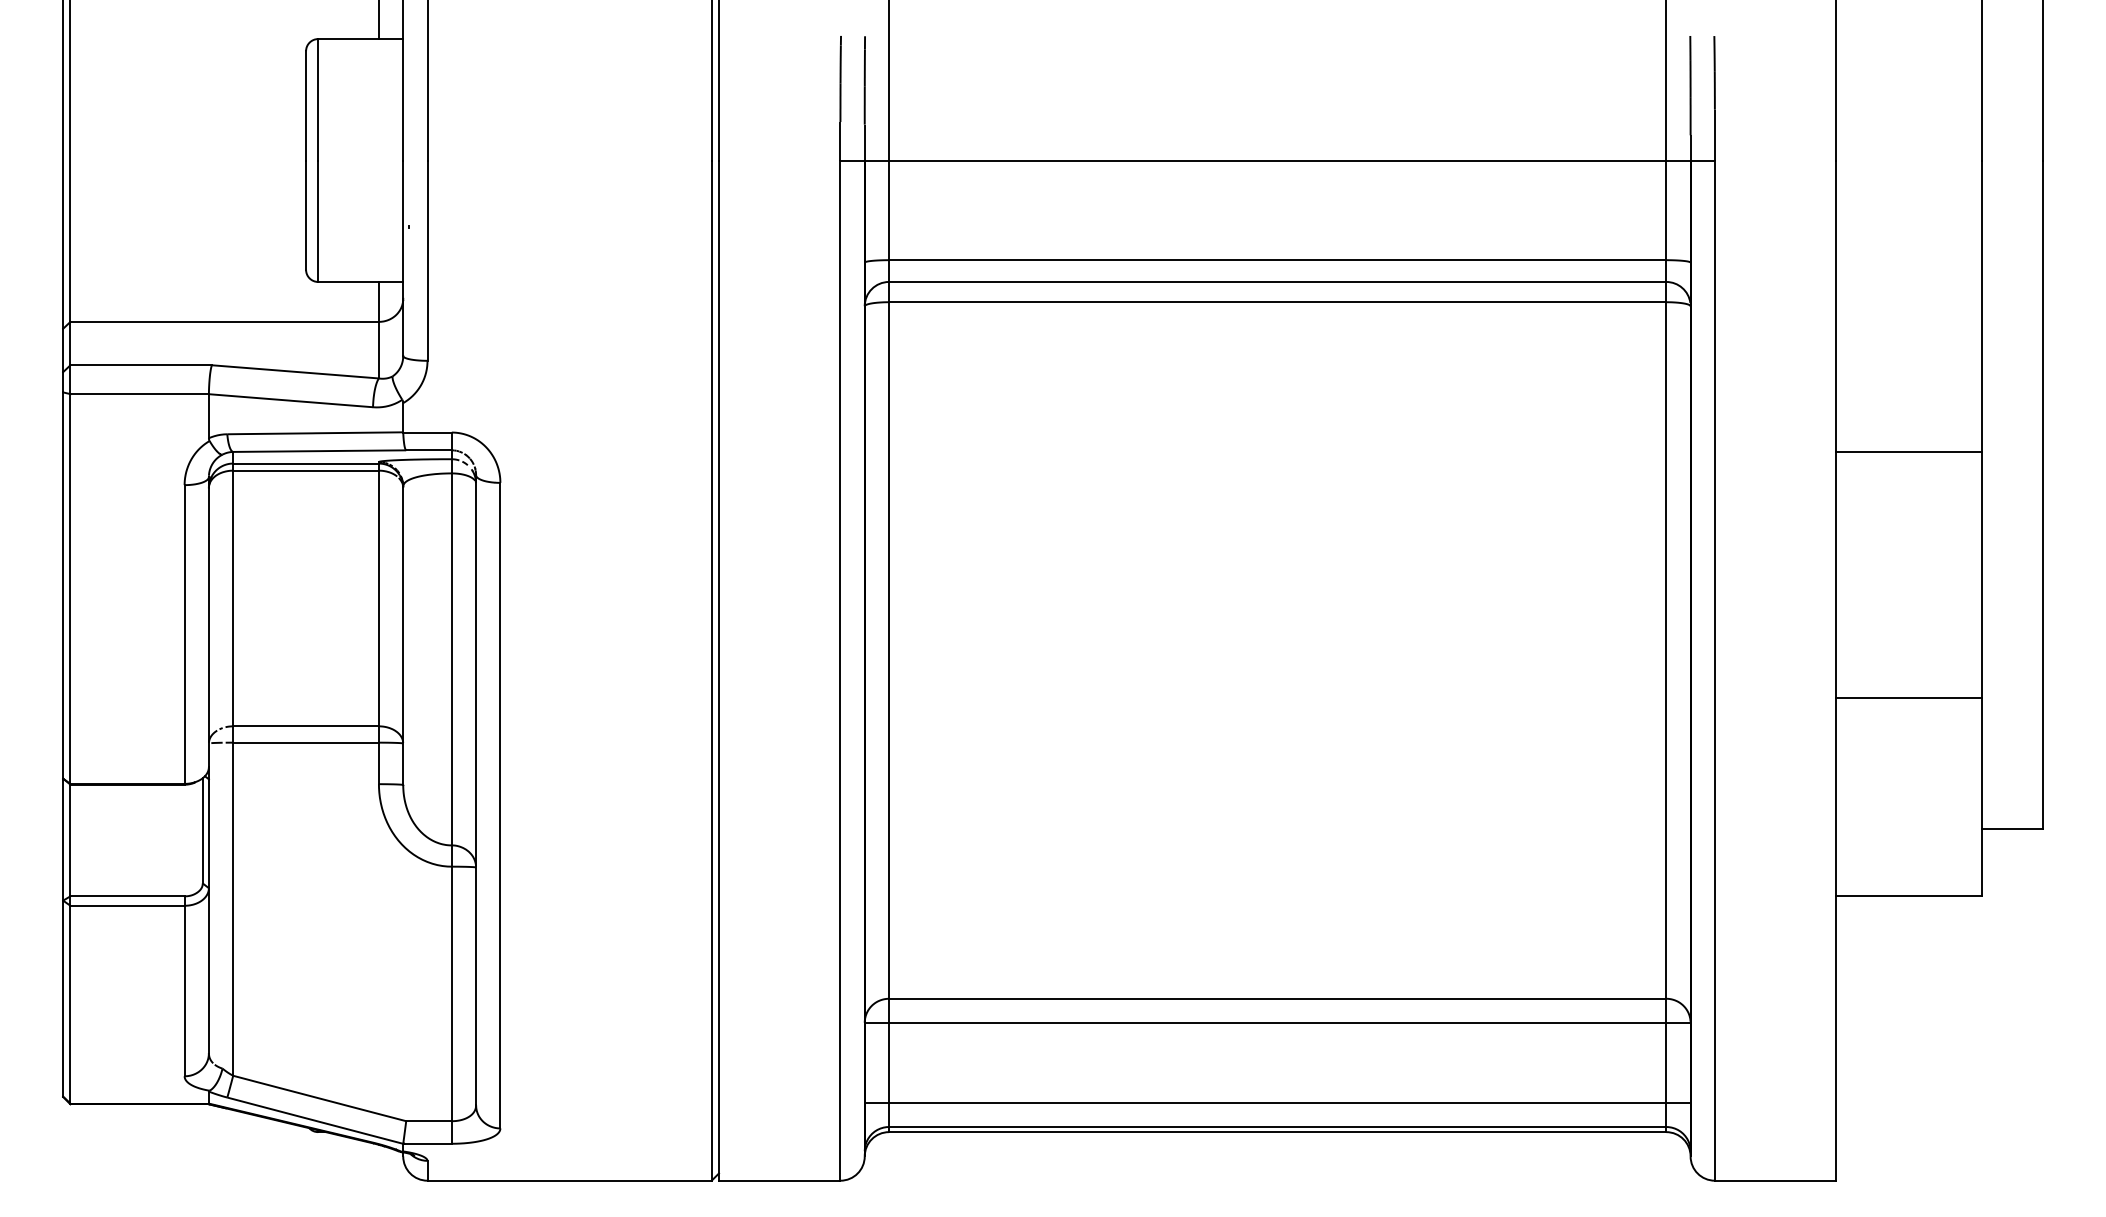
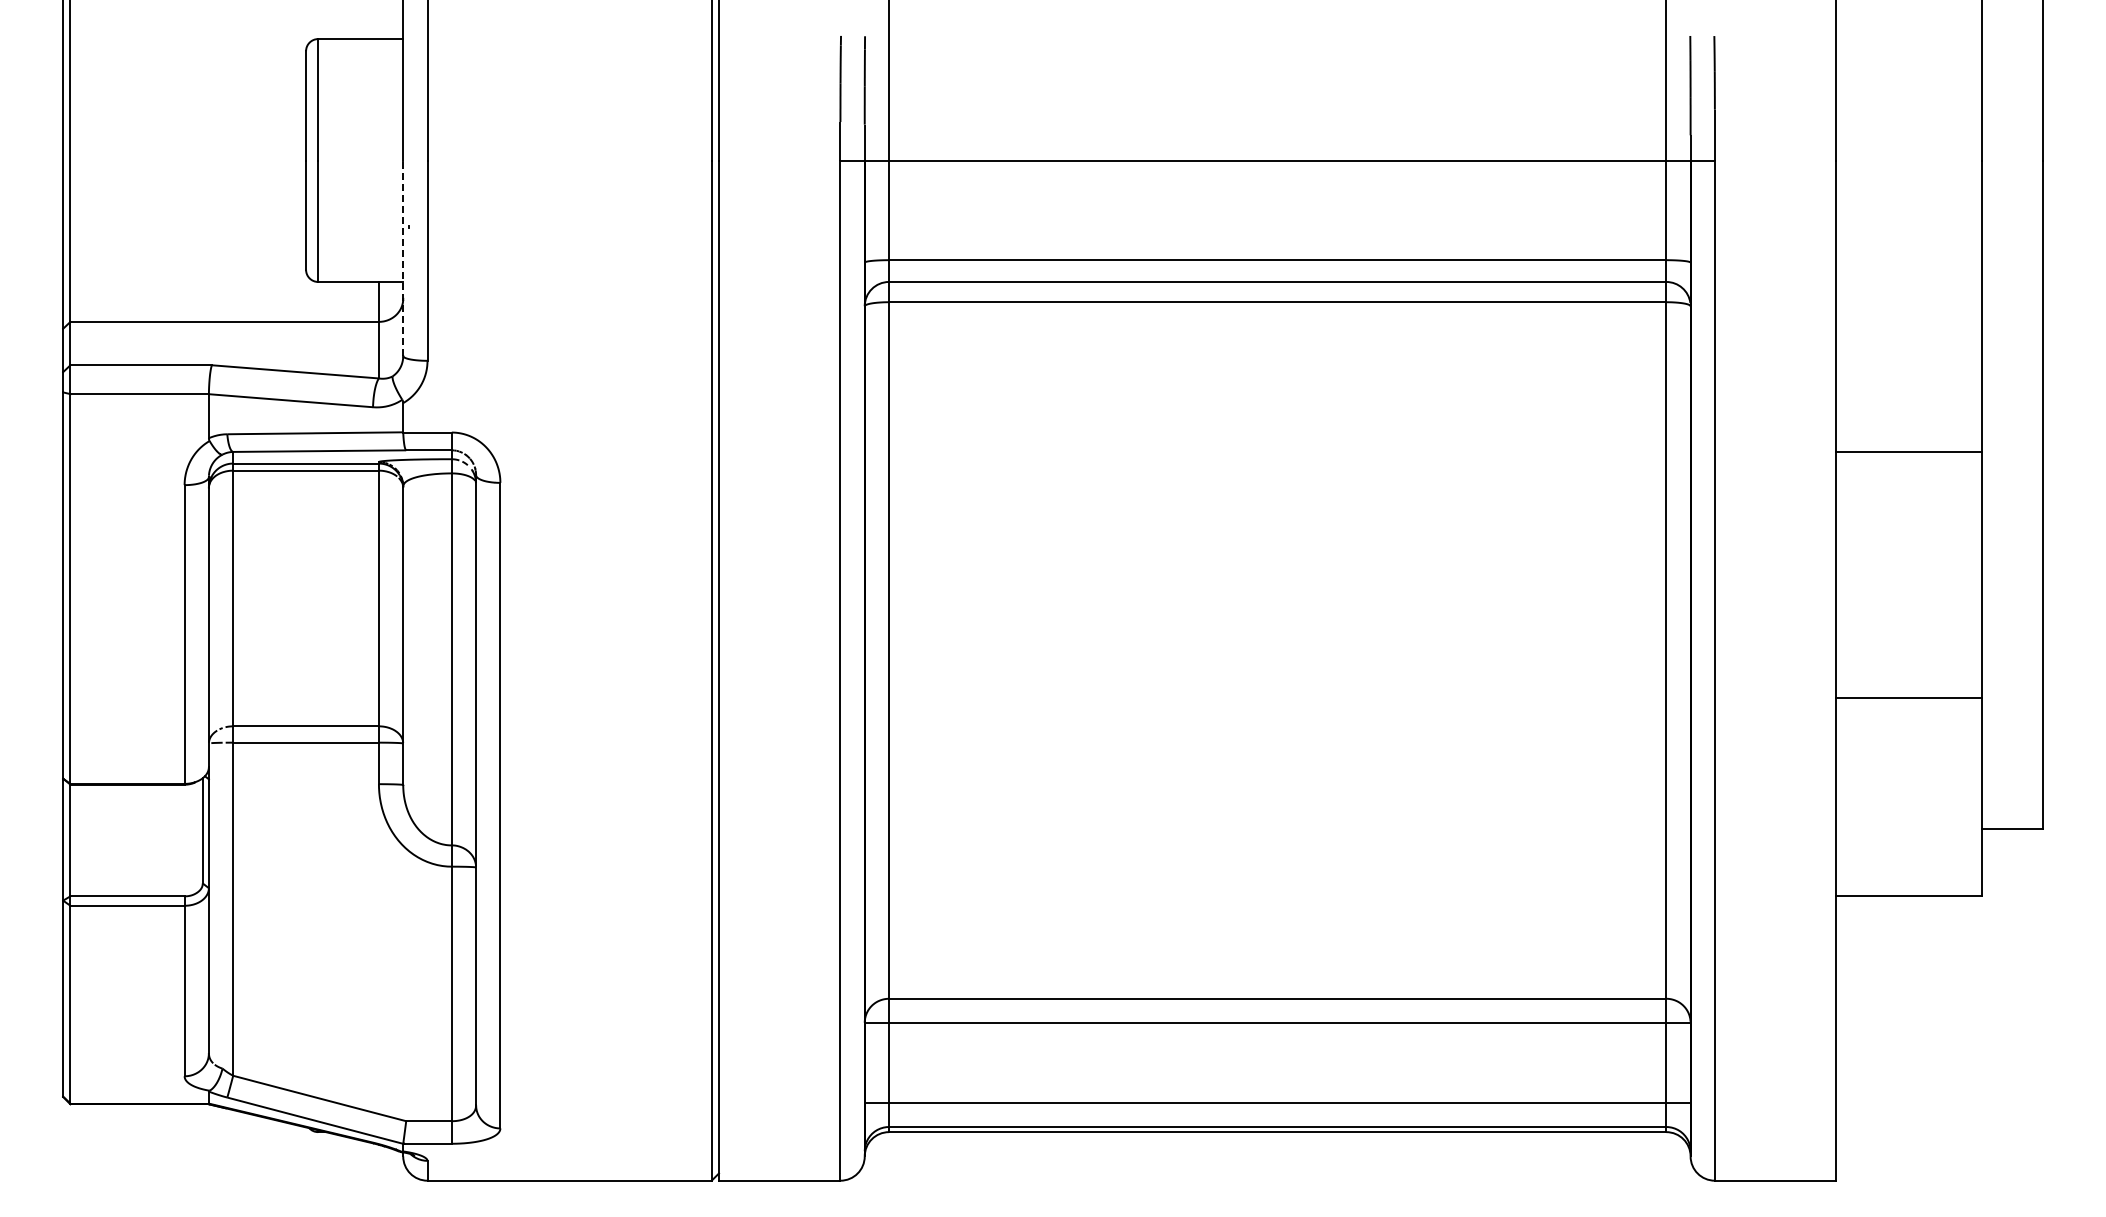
line at (378, 20): present -> none
line at (403, 258): solid -> dashed
